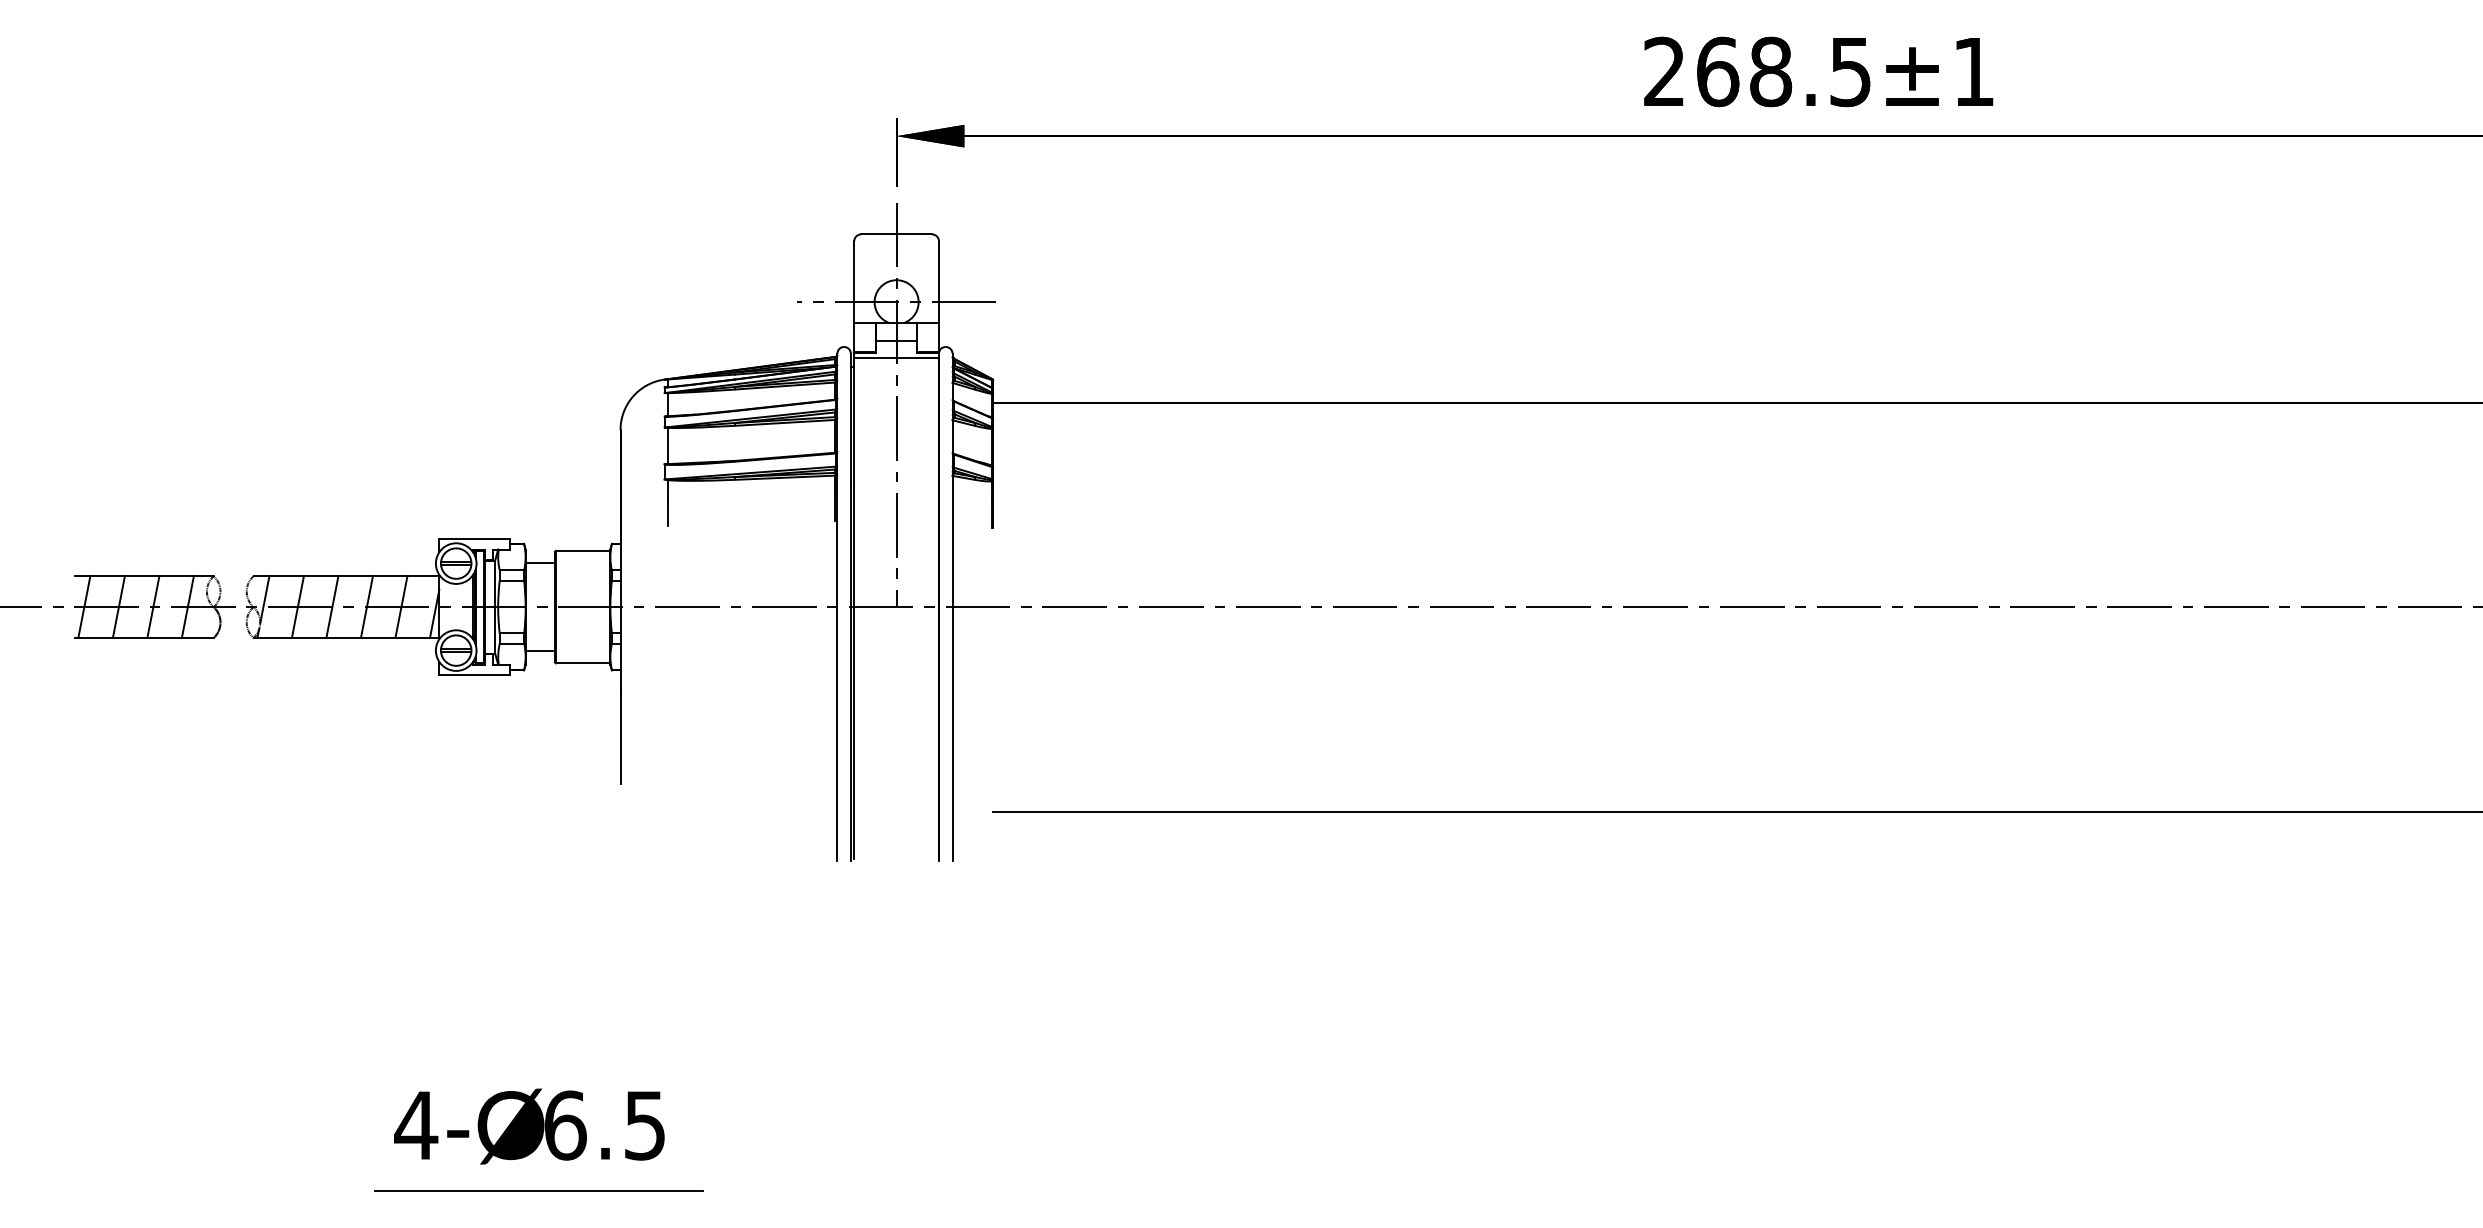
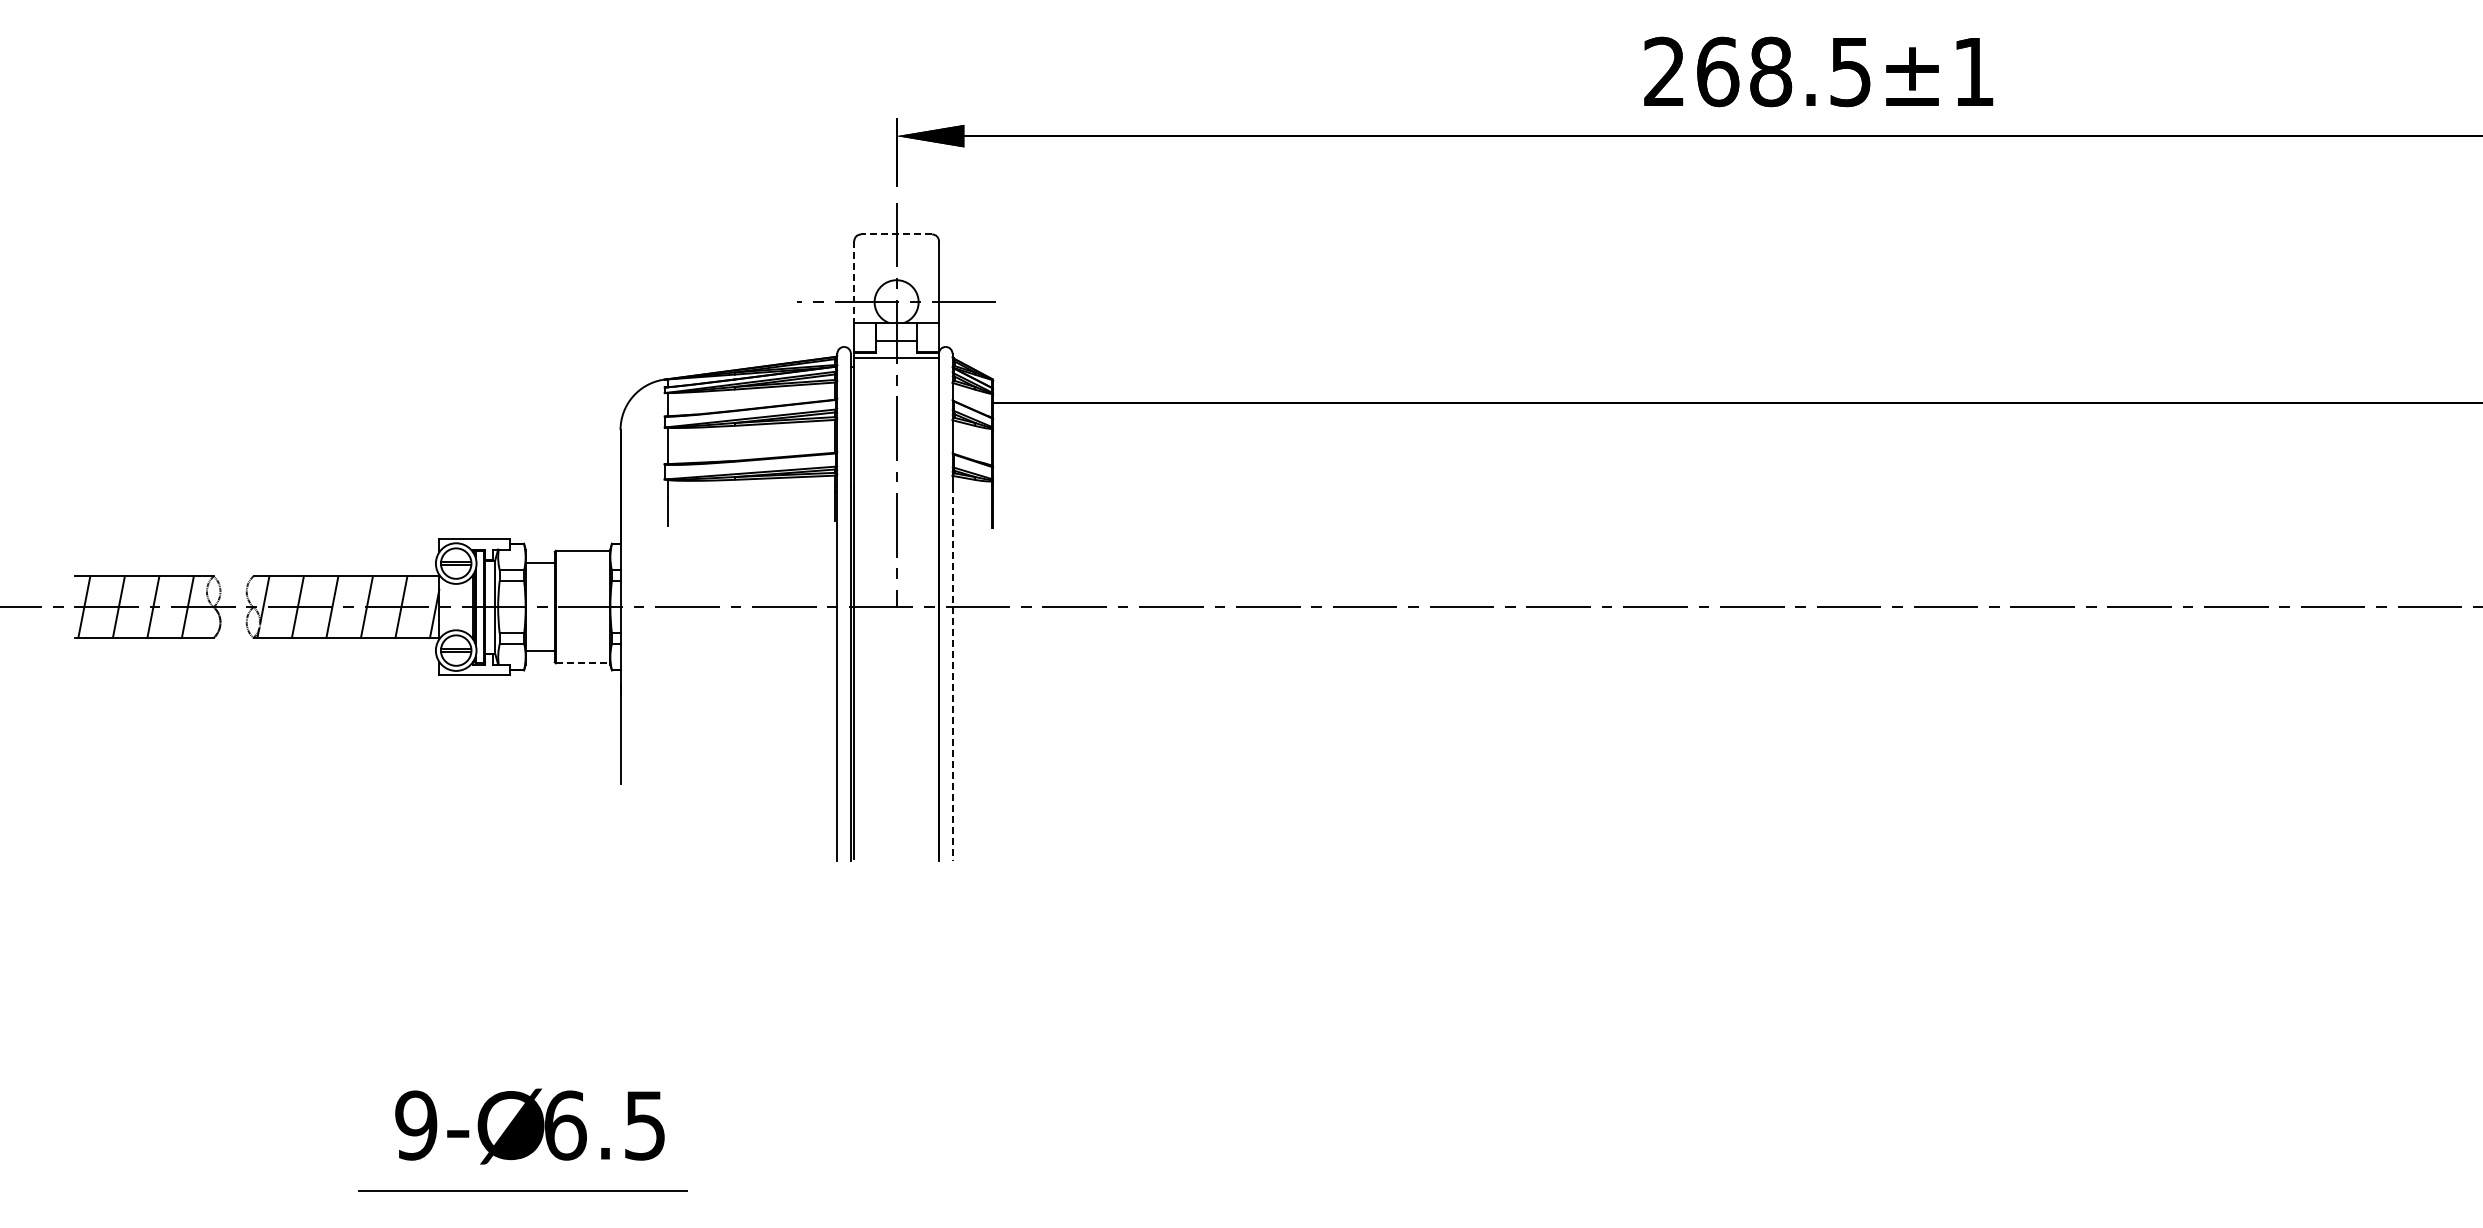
line at (896, 234): solid -> dashed
line at (854, 282): solid -> dashed
line at (583, 663): solid -> dashed
line at (952, 673): solid -> dashed
line at (1736, 811): present -> none
text at (416, 1125): 4- -> 9-
line at (538, 1190) position: (538, 1190) -> (522, 1190)
